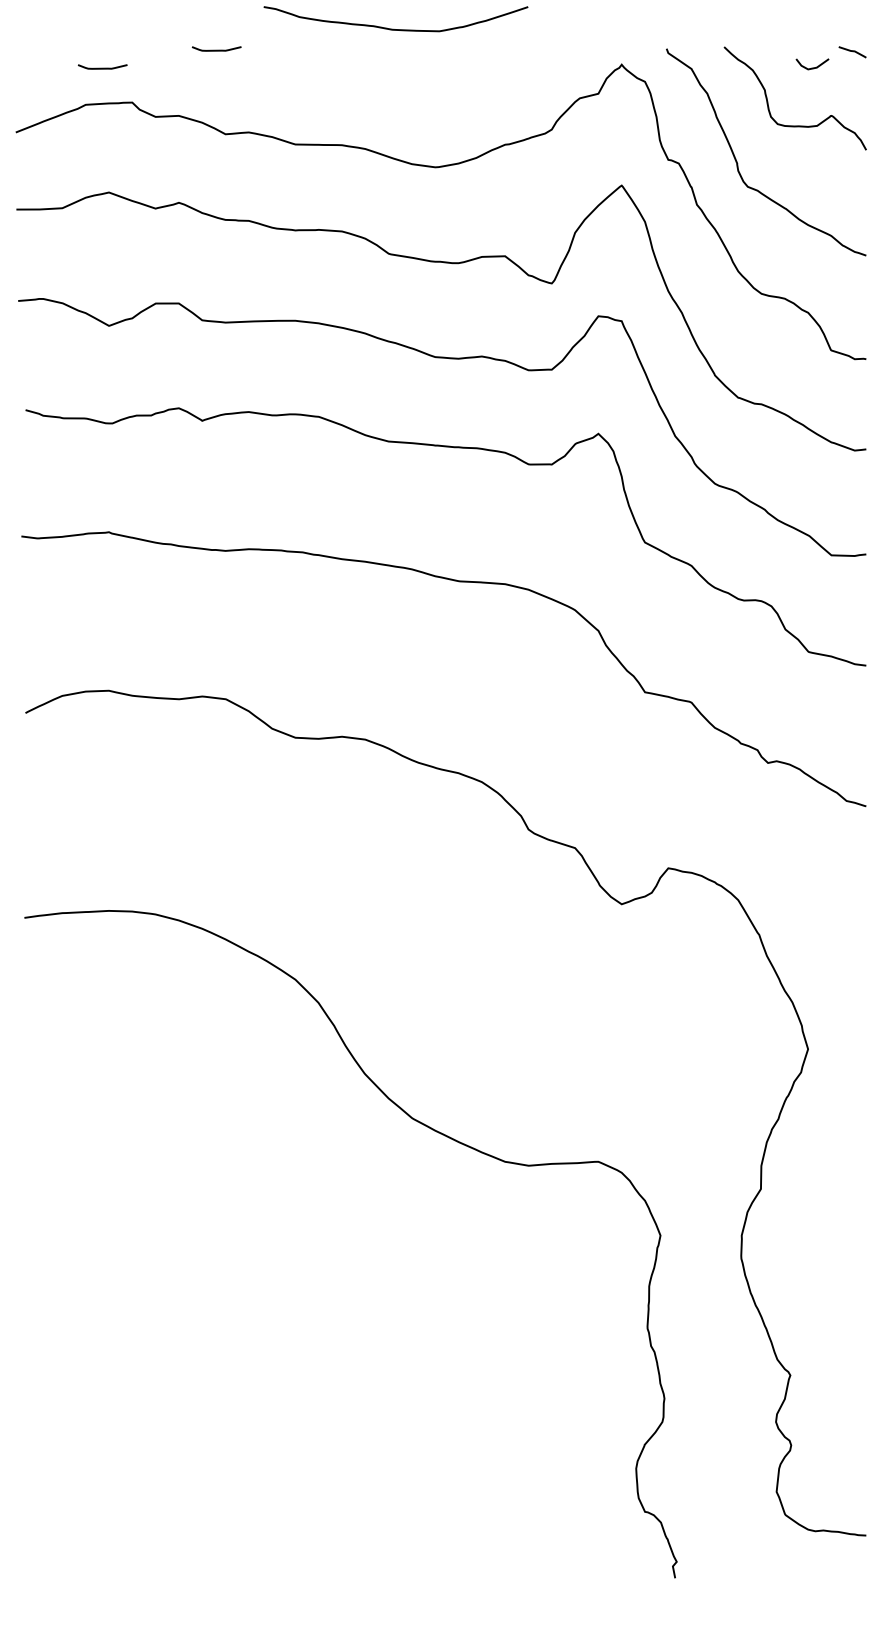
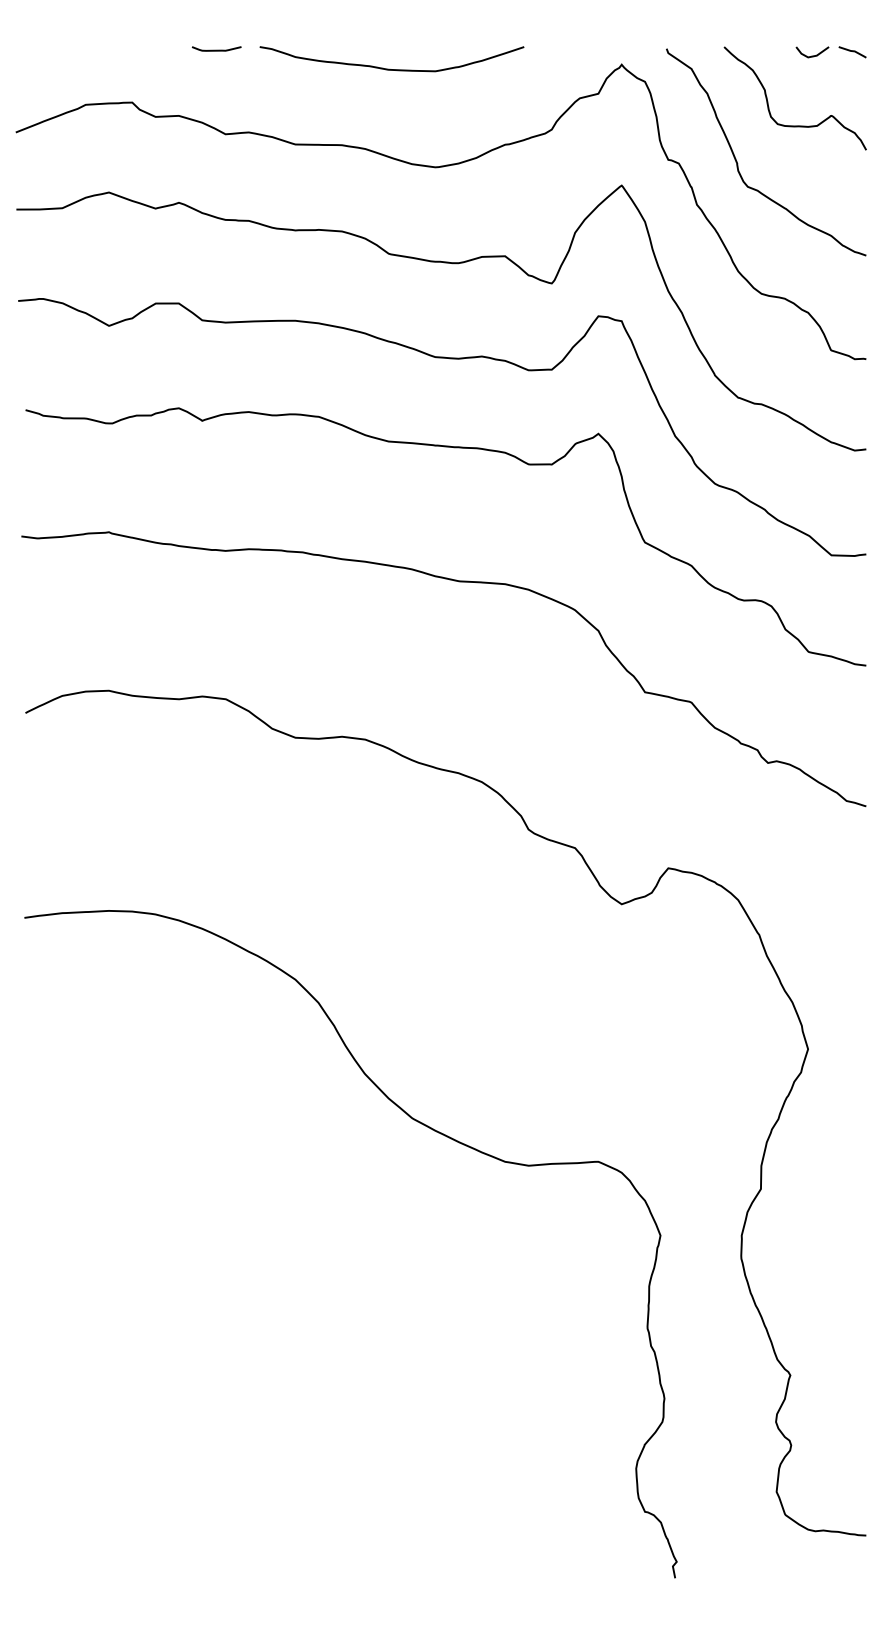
curve at (393, 28) position: (393, 28) -> (389, 68)
curve at (102, 67): present -> none
line at (812, 67) position: (812, 67) -> (812, 55)
